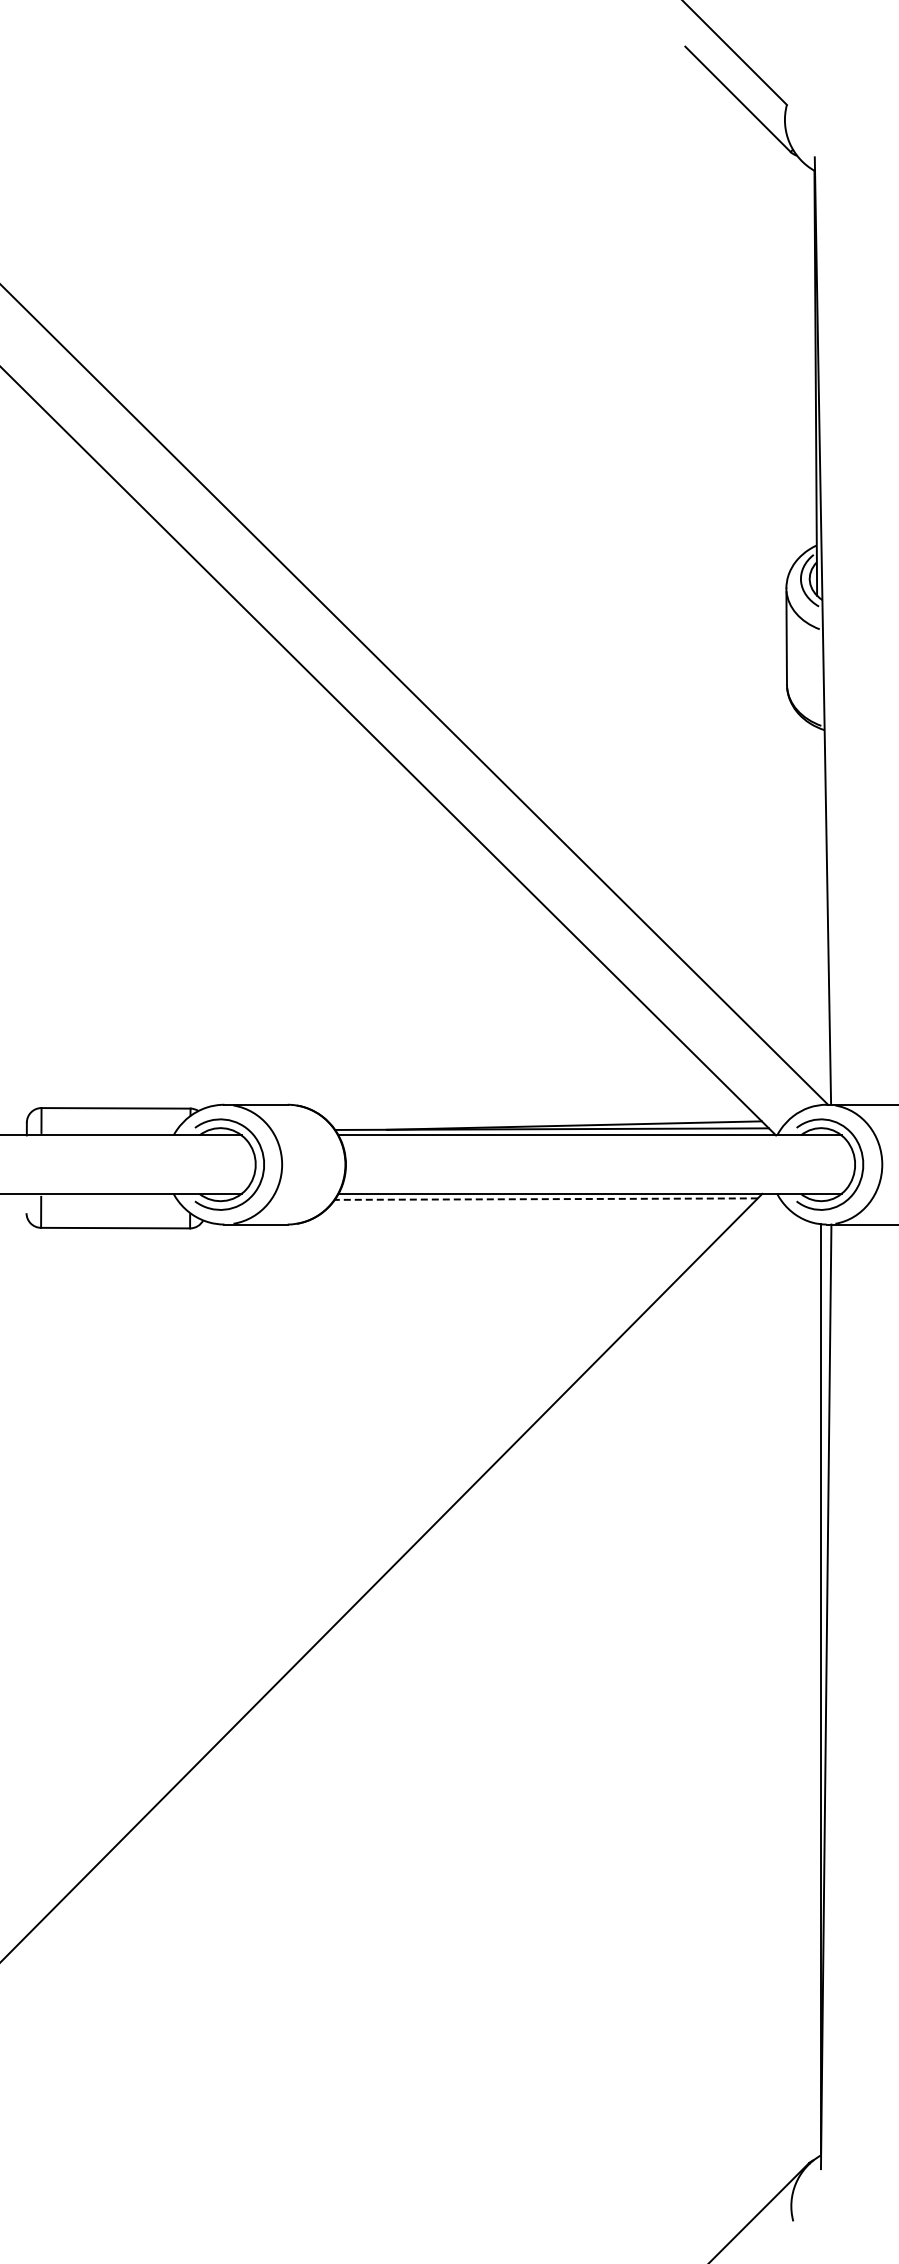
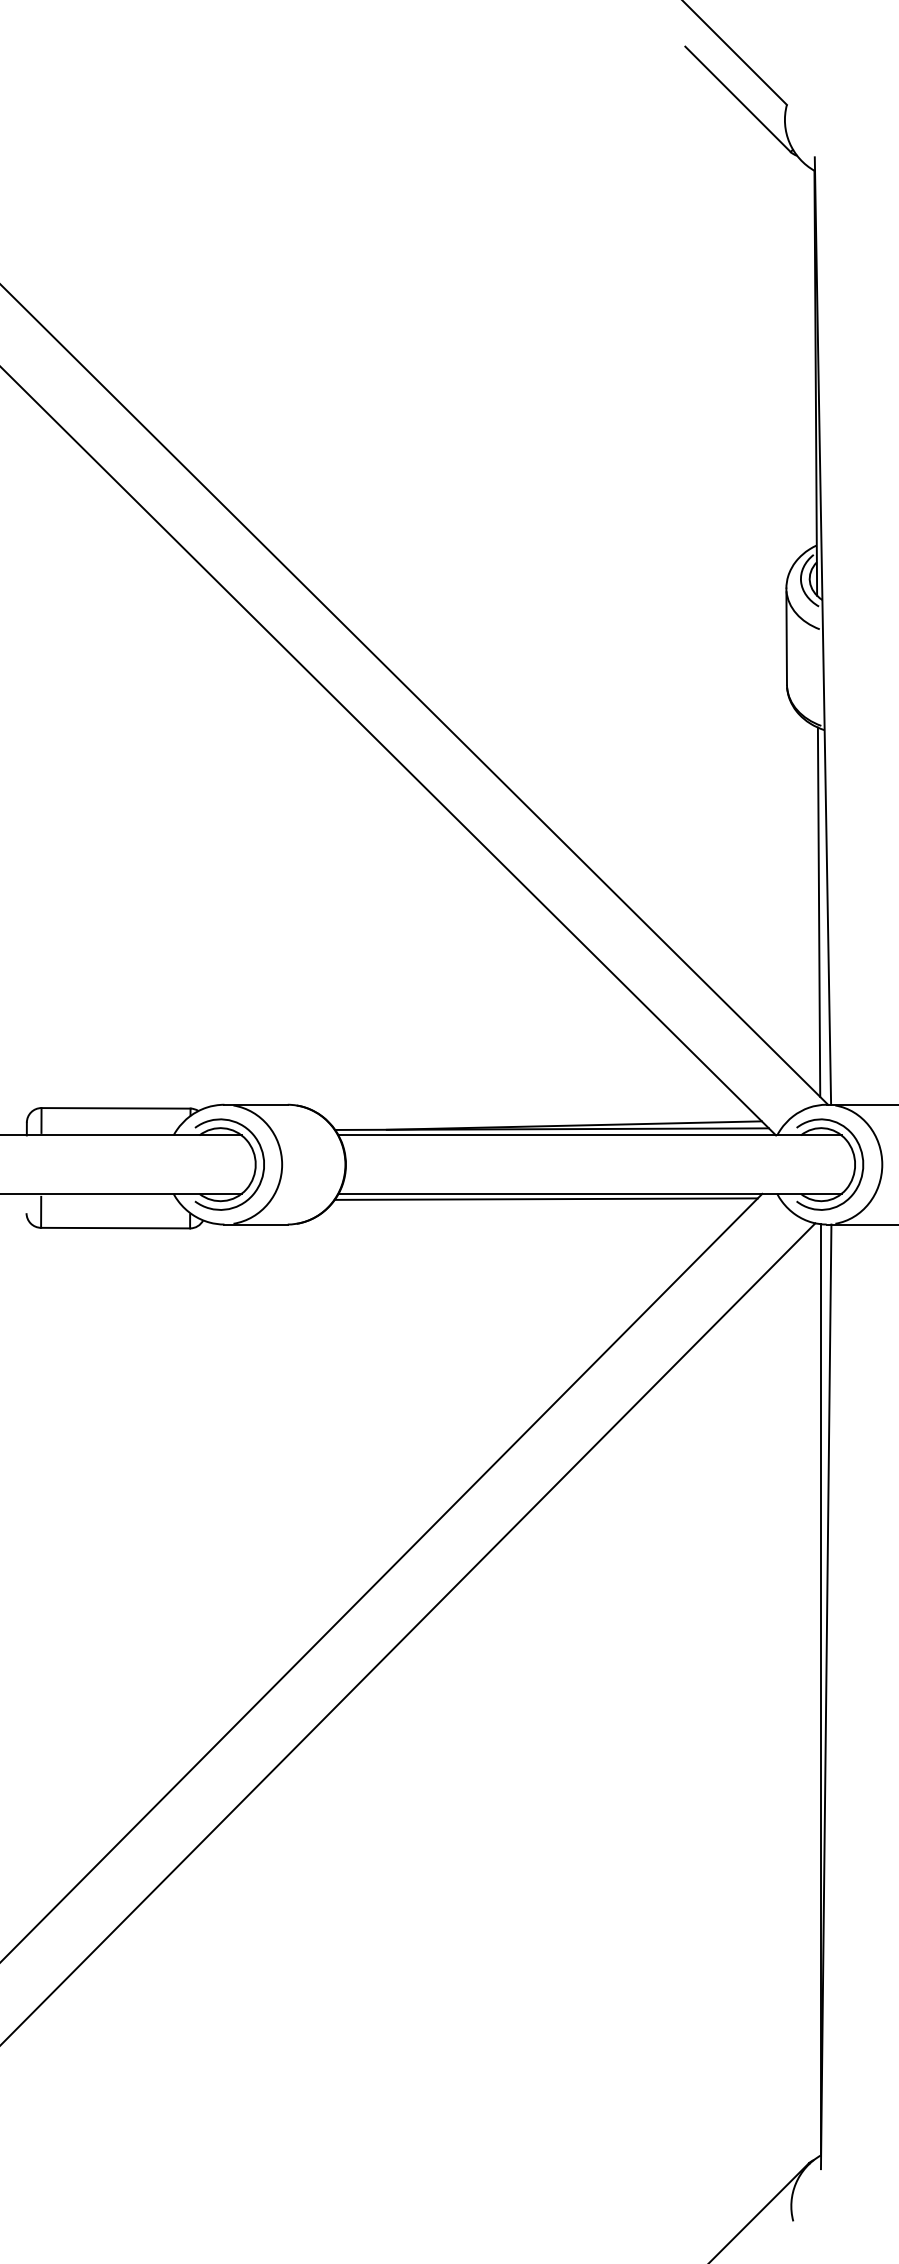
line at (818, 911): none -> present
line at (545, 1199): dashed -> solid
line at (408, 1633): none -> present
